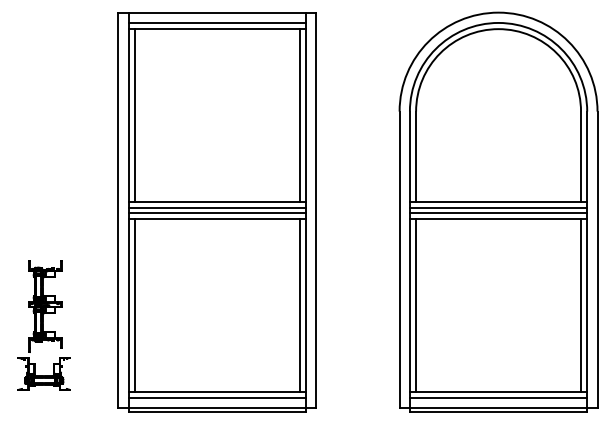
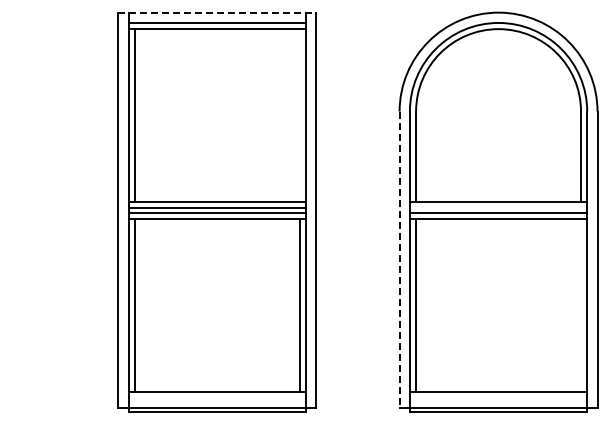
line at (217, 12): solid -> dashed
line at (299, 115): present -> none
line at (498, 207): present -> none
line at (399, 260): solid -> dashed
line at (581, 305): present -> none
part at (43, 325): present -> none
line at (216, 398): present -> none
line at (498, 398): present -> none
